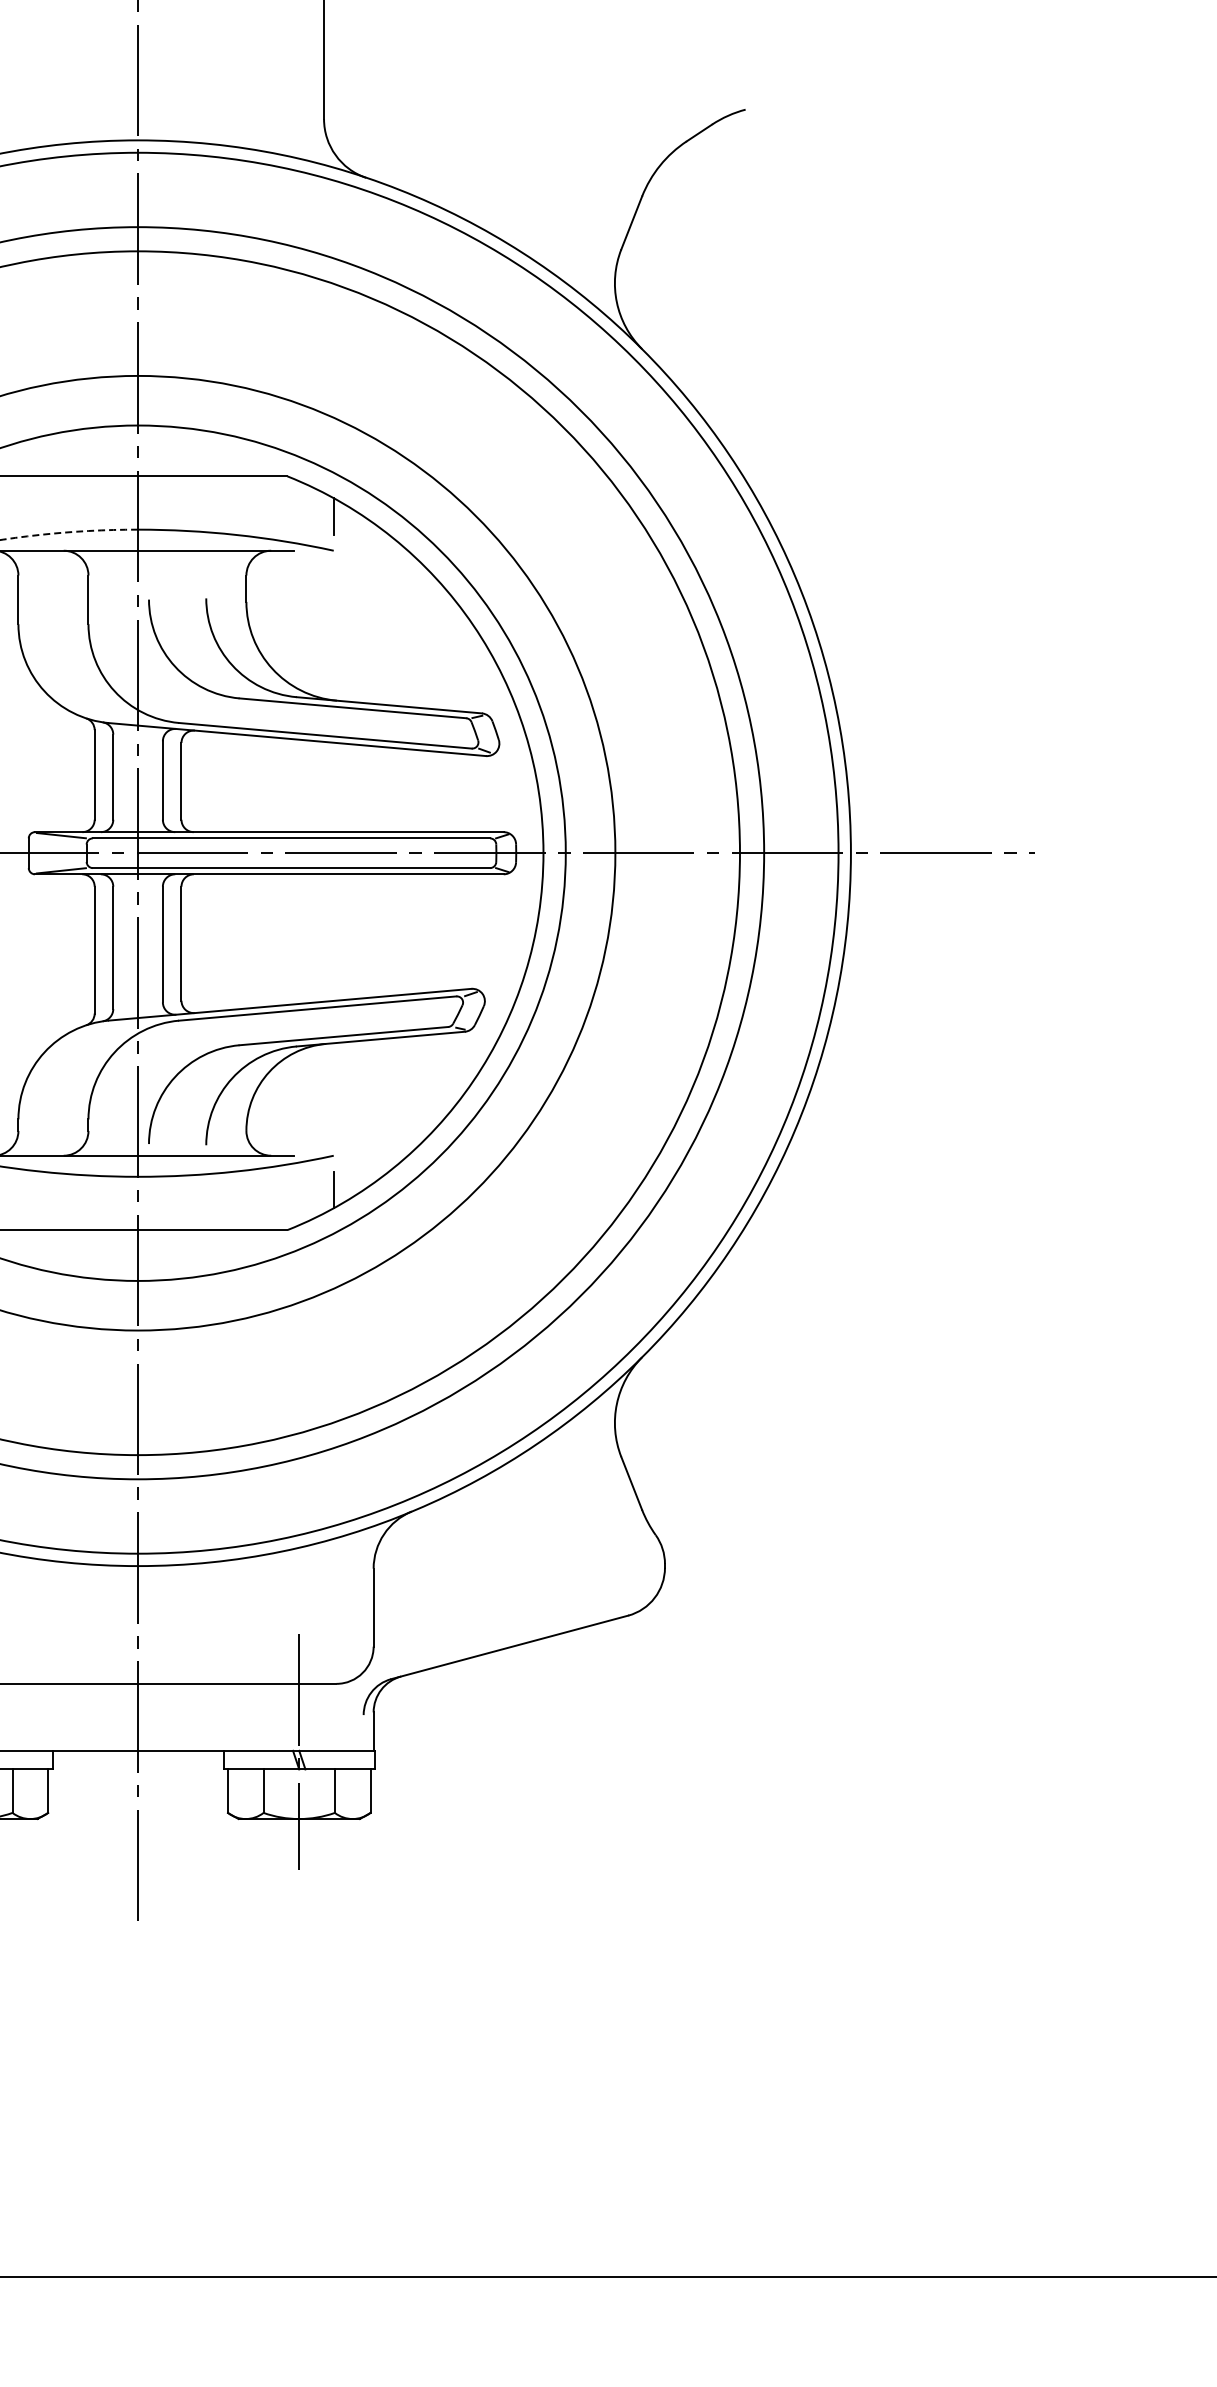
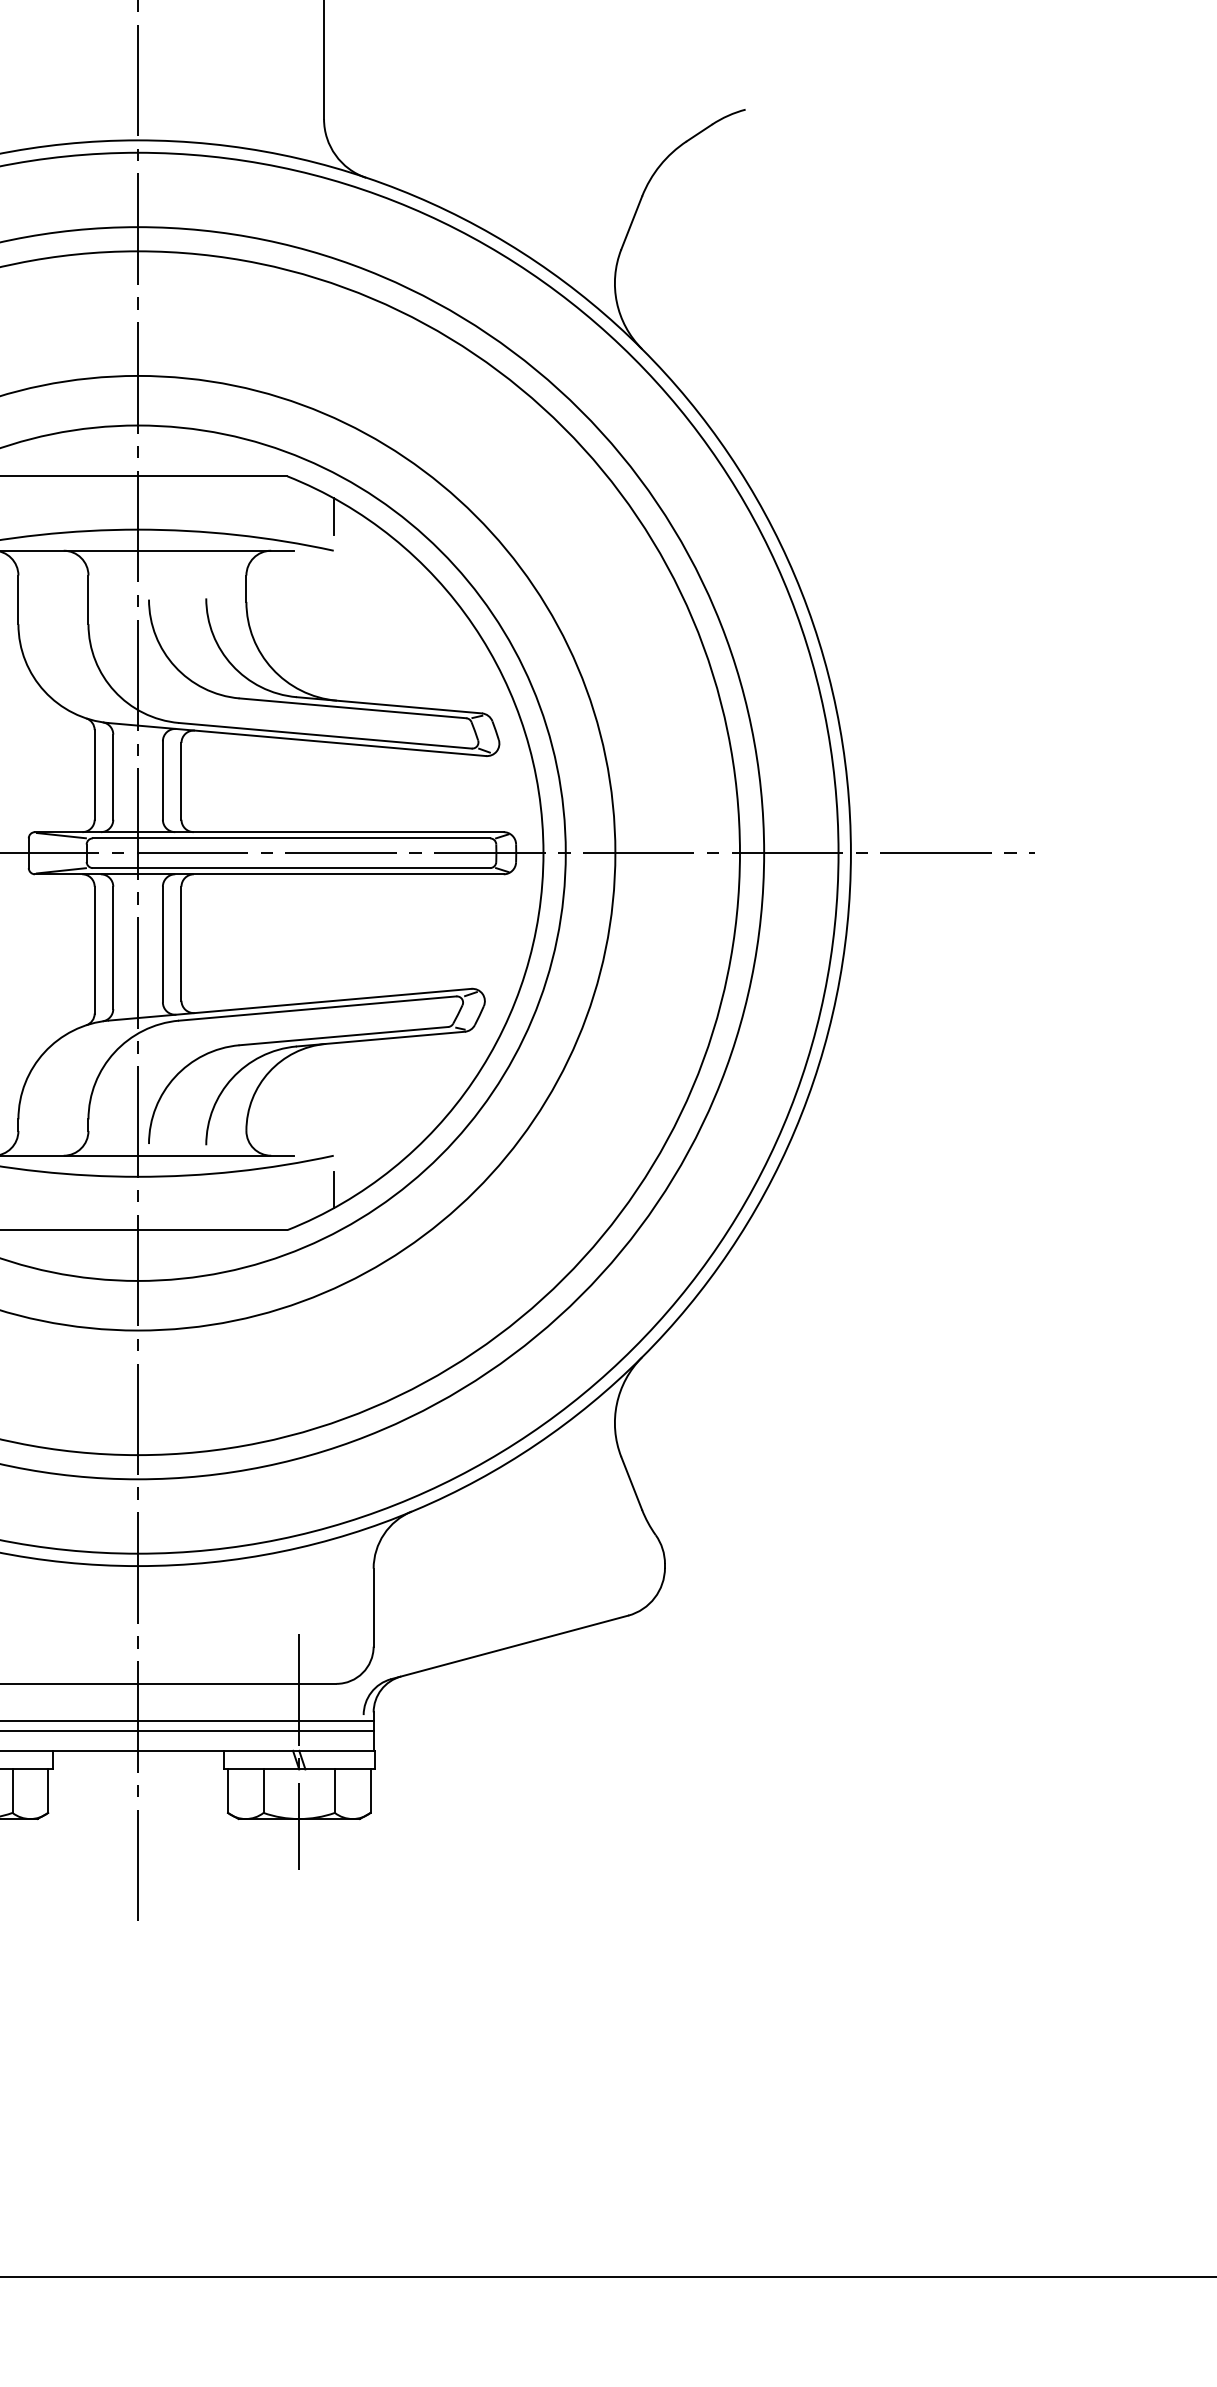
arc at (69, 532): dashed -> solid
line at (187, 1721): none -> present
line at (187, 1730): none -> present
